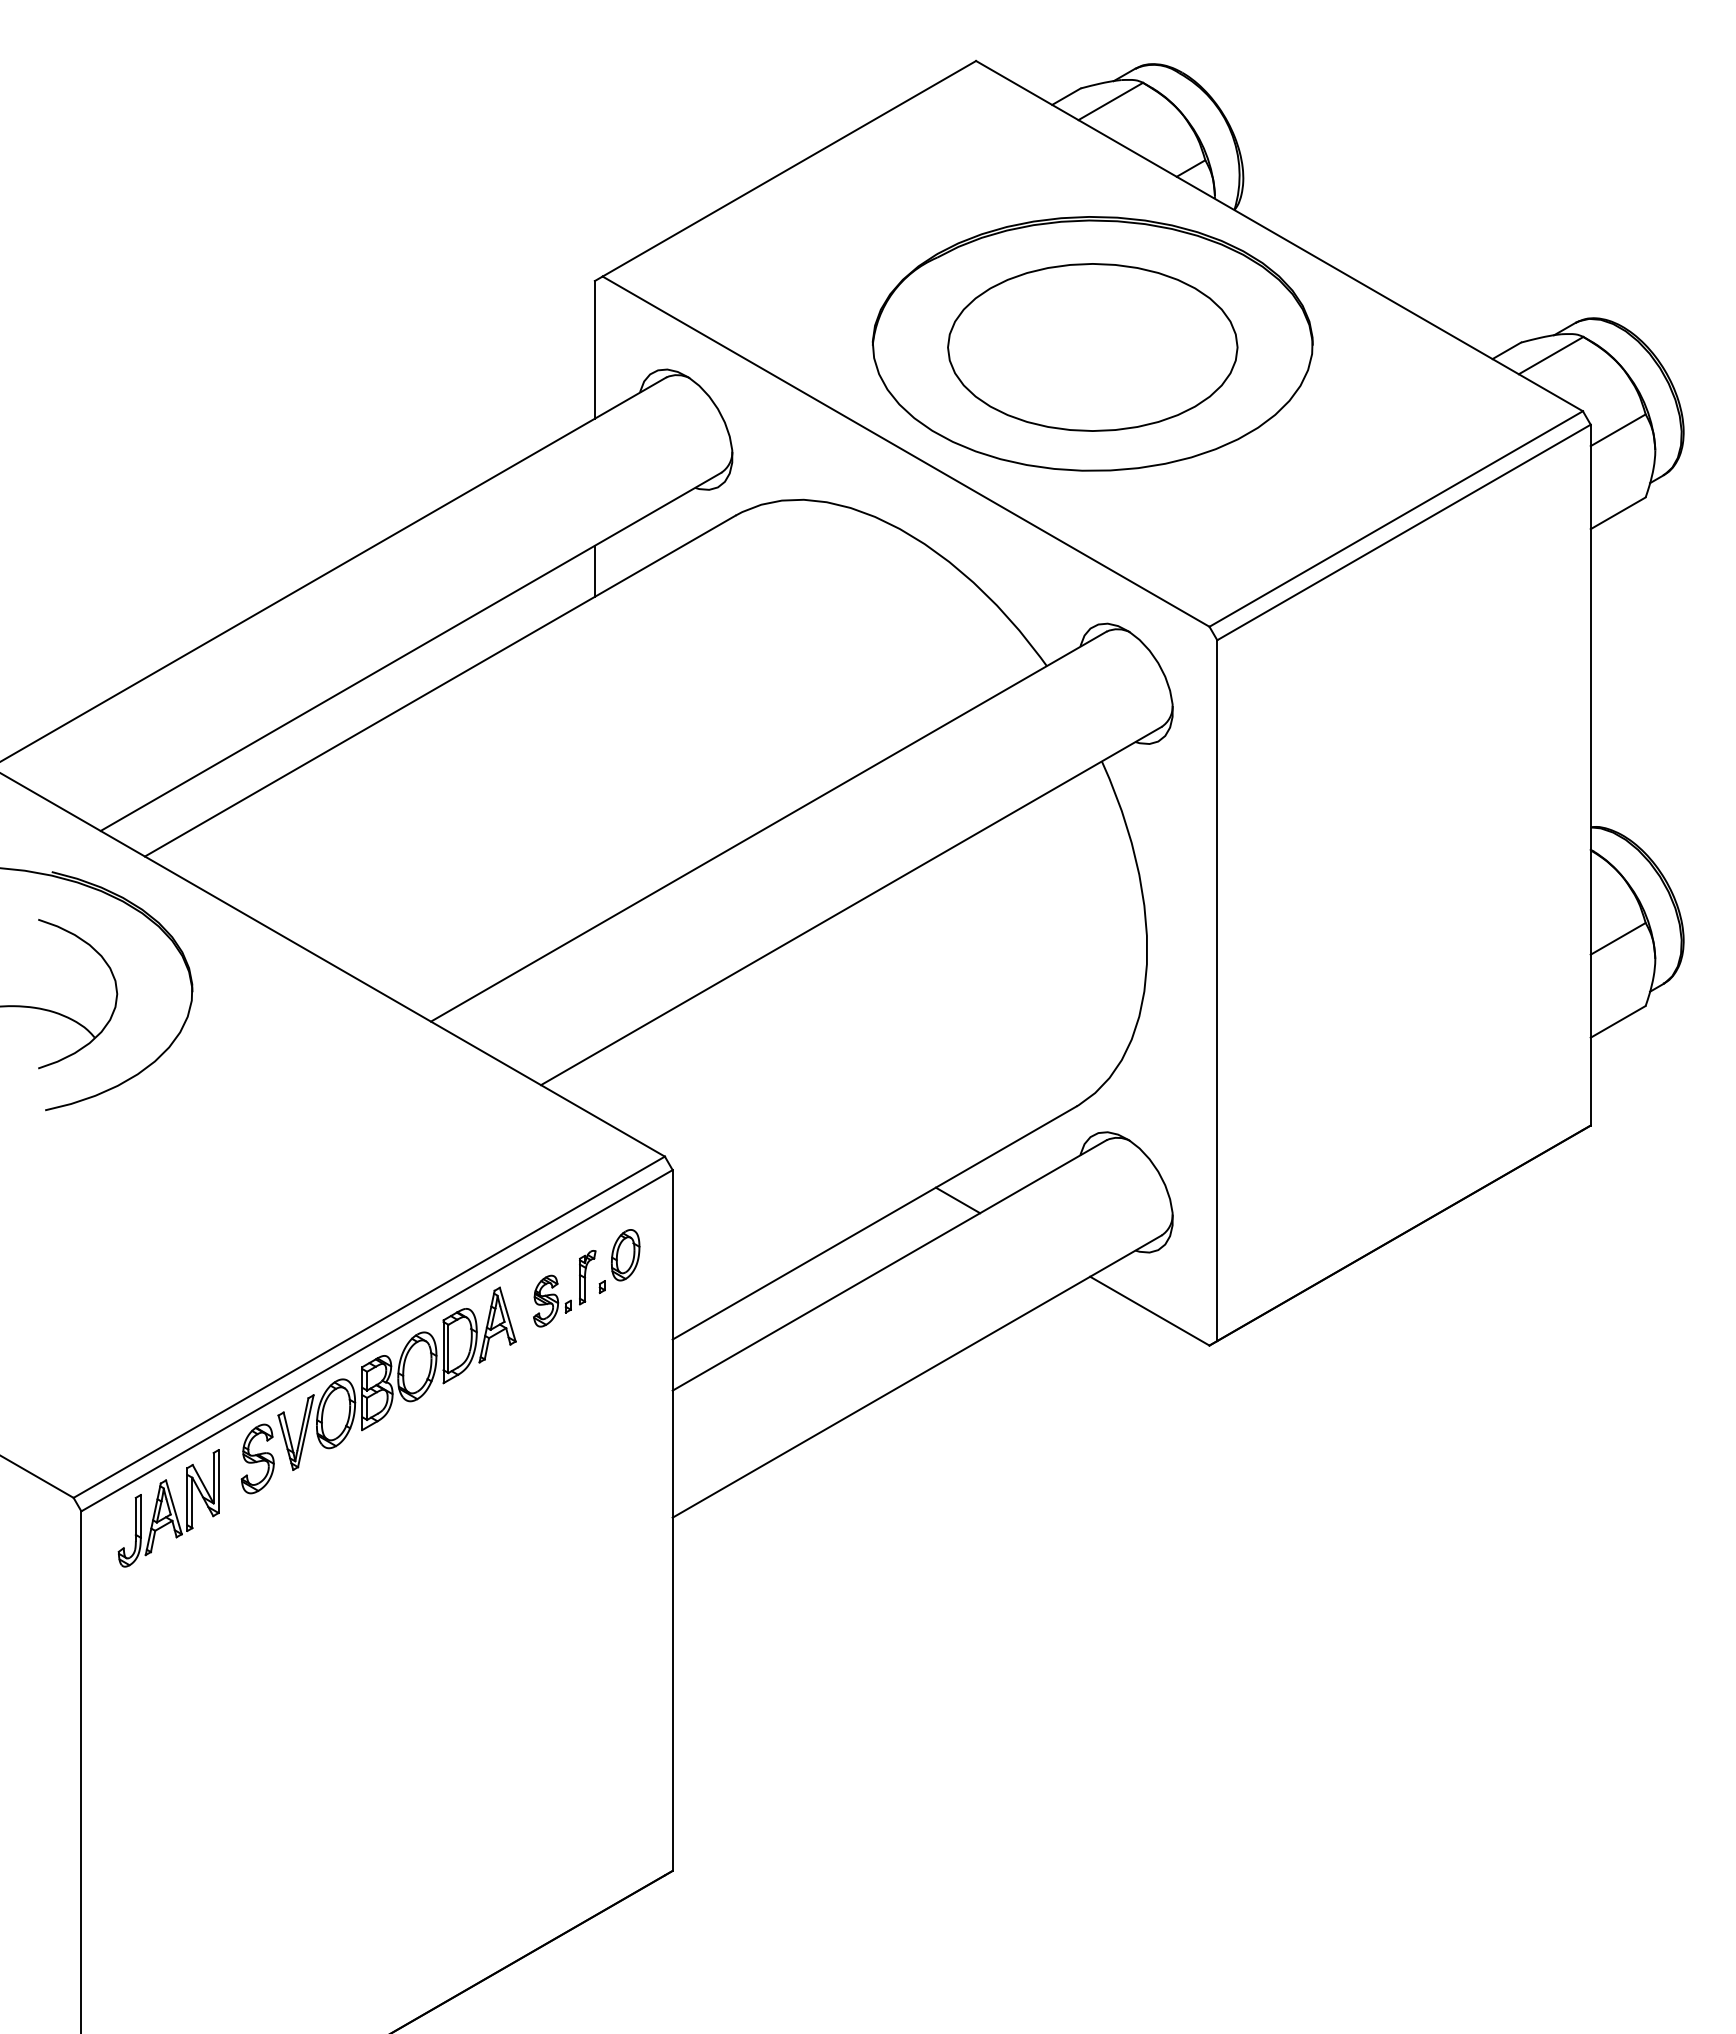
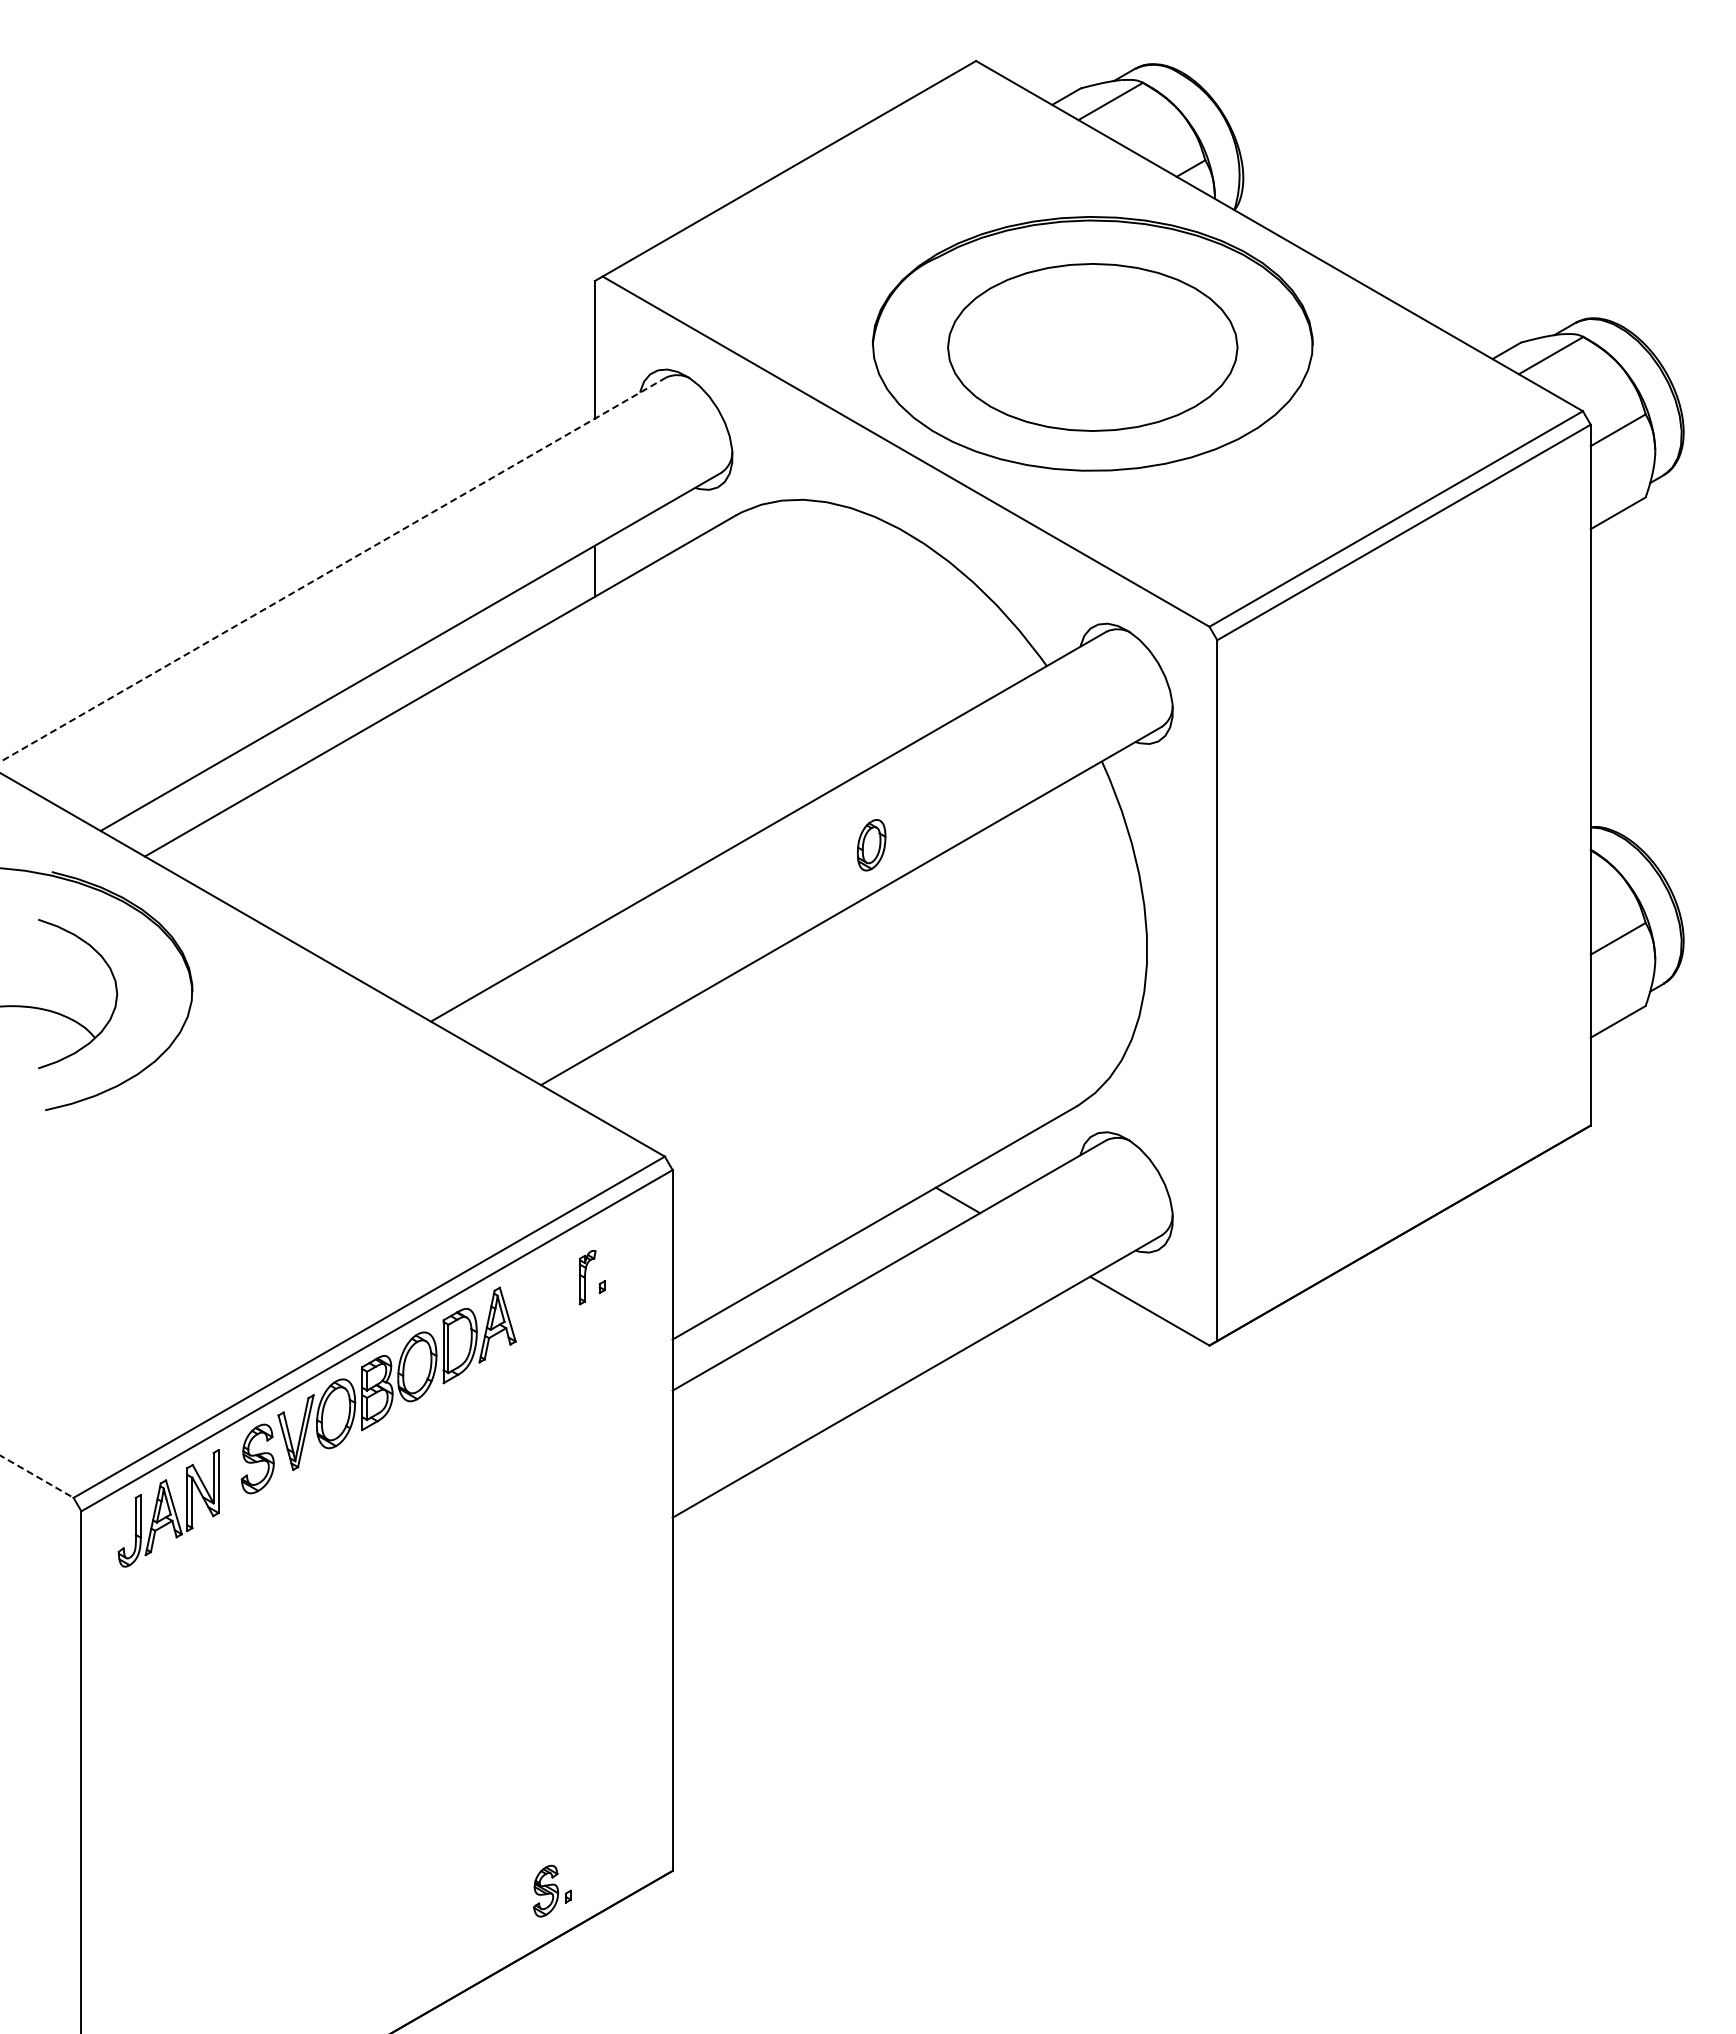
line at (332, 570): solid -> dashed
part at (625, 1255) position: (625, 1255) -> (871, 845)
part at (552, 1300) position: (552, 1300) -> (552, 1890)
line at (37, 1476): solid -> dashed
